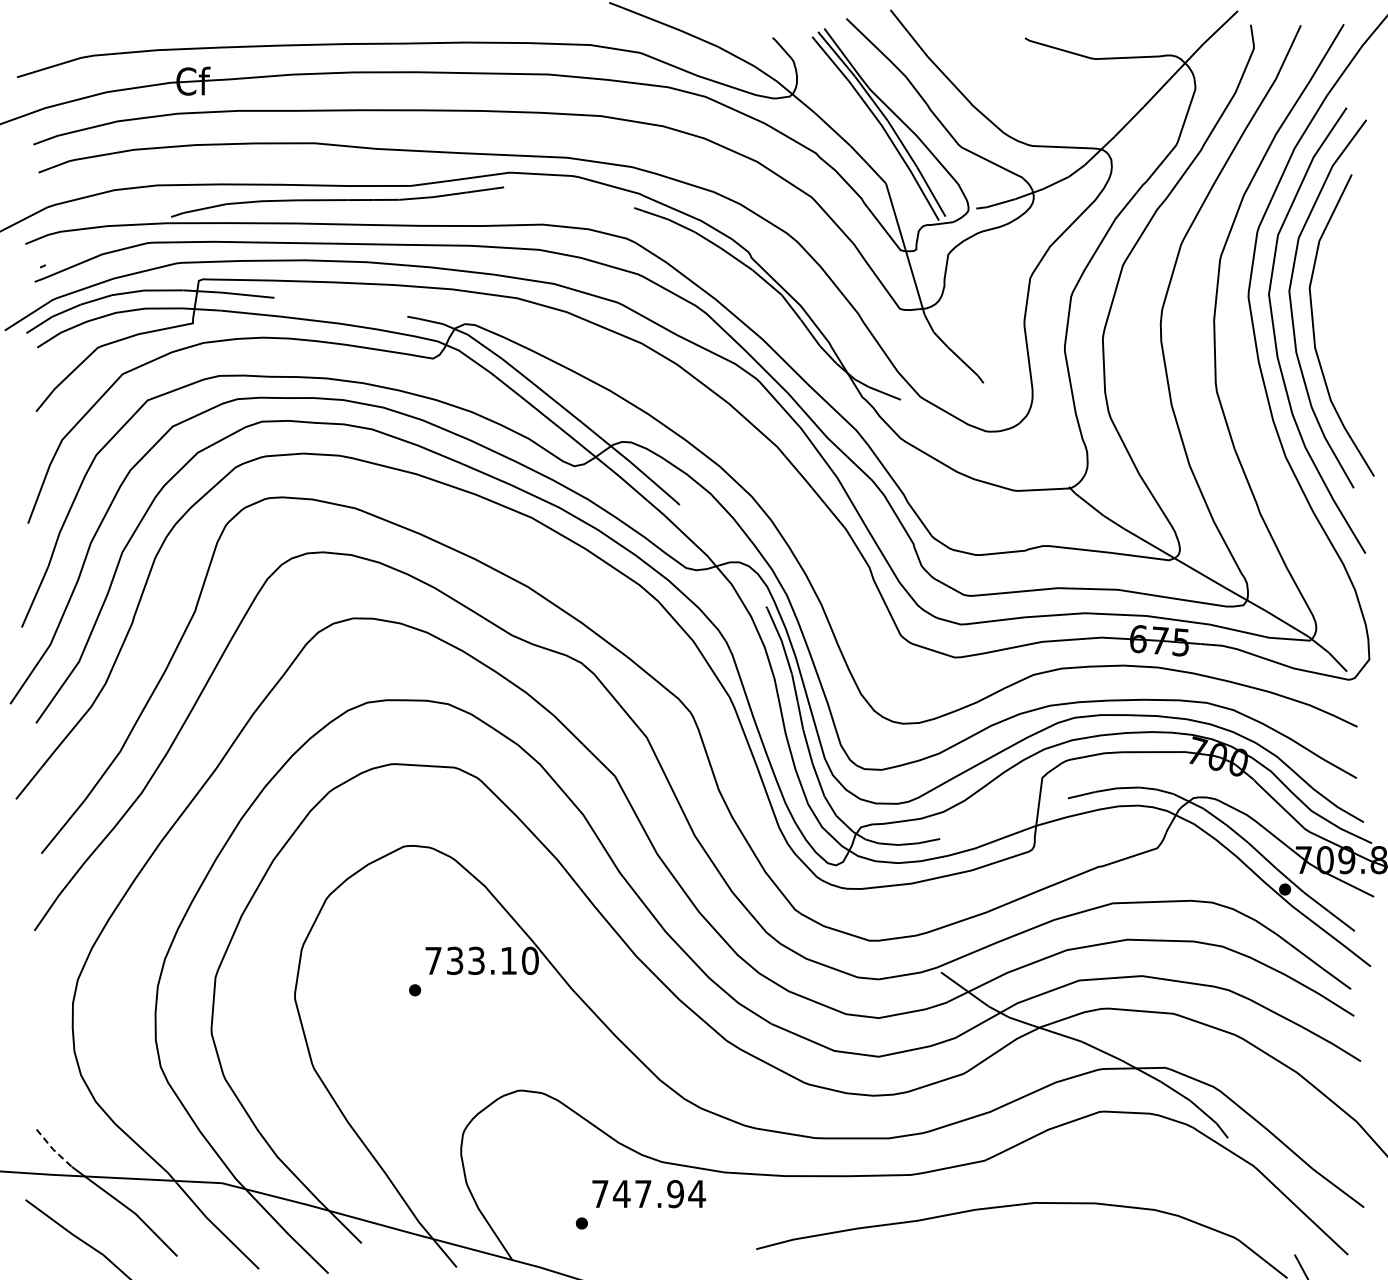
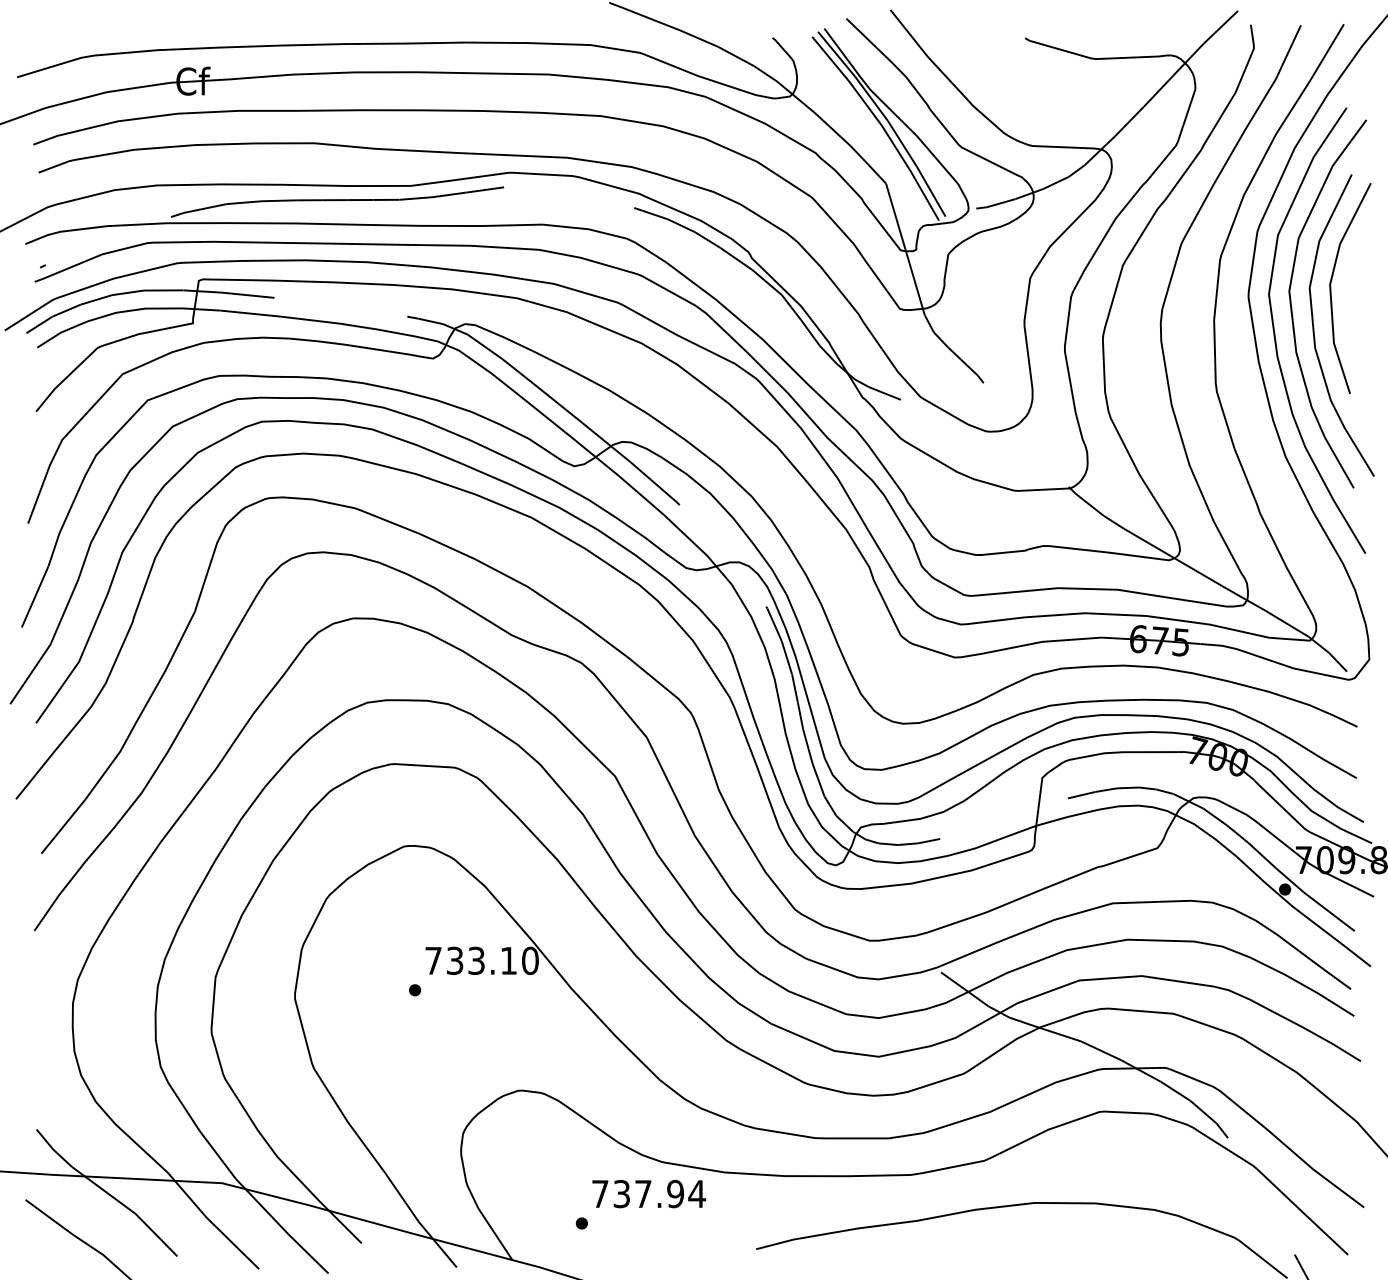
line at (1331, 288): none -> present
line at (53, 1149): dashed -> solid
text at (621, 1194): 747.94 -> 737.94
